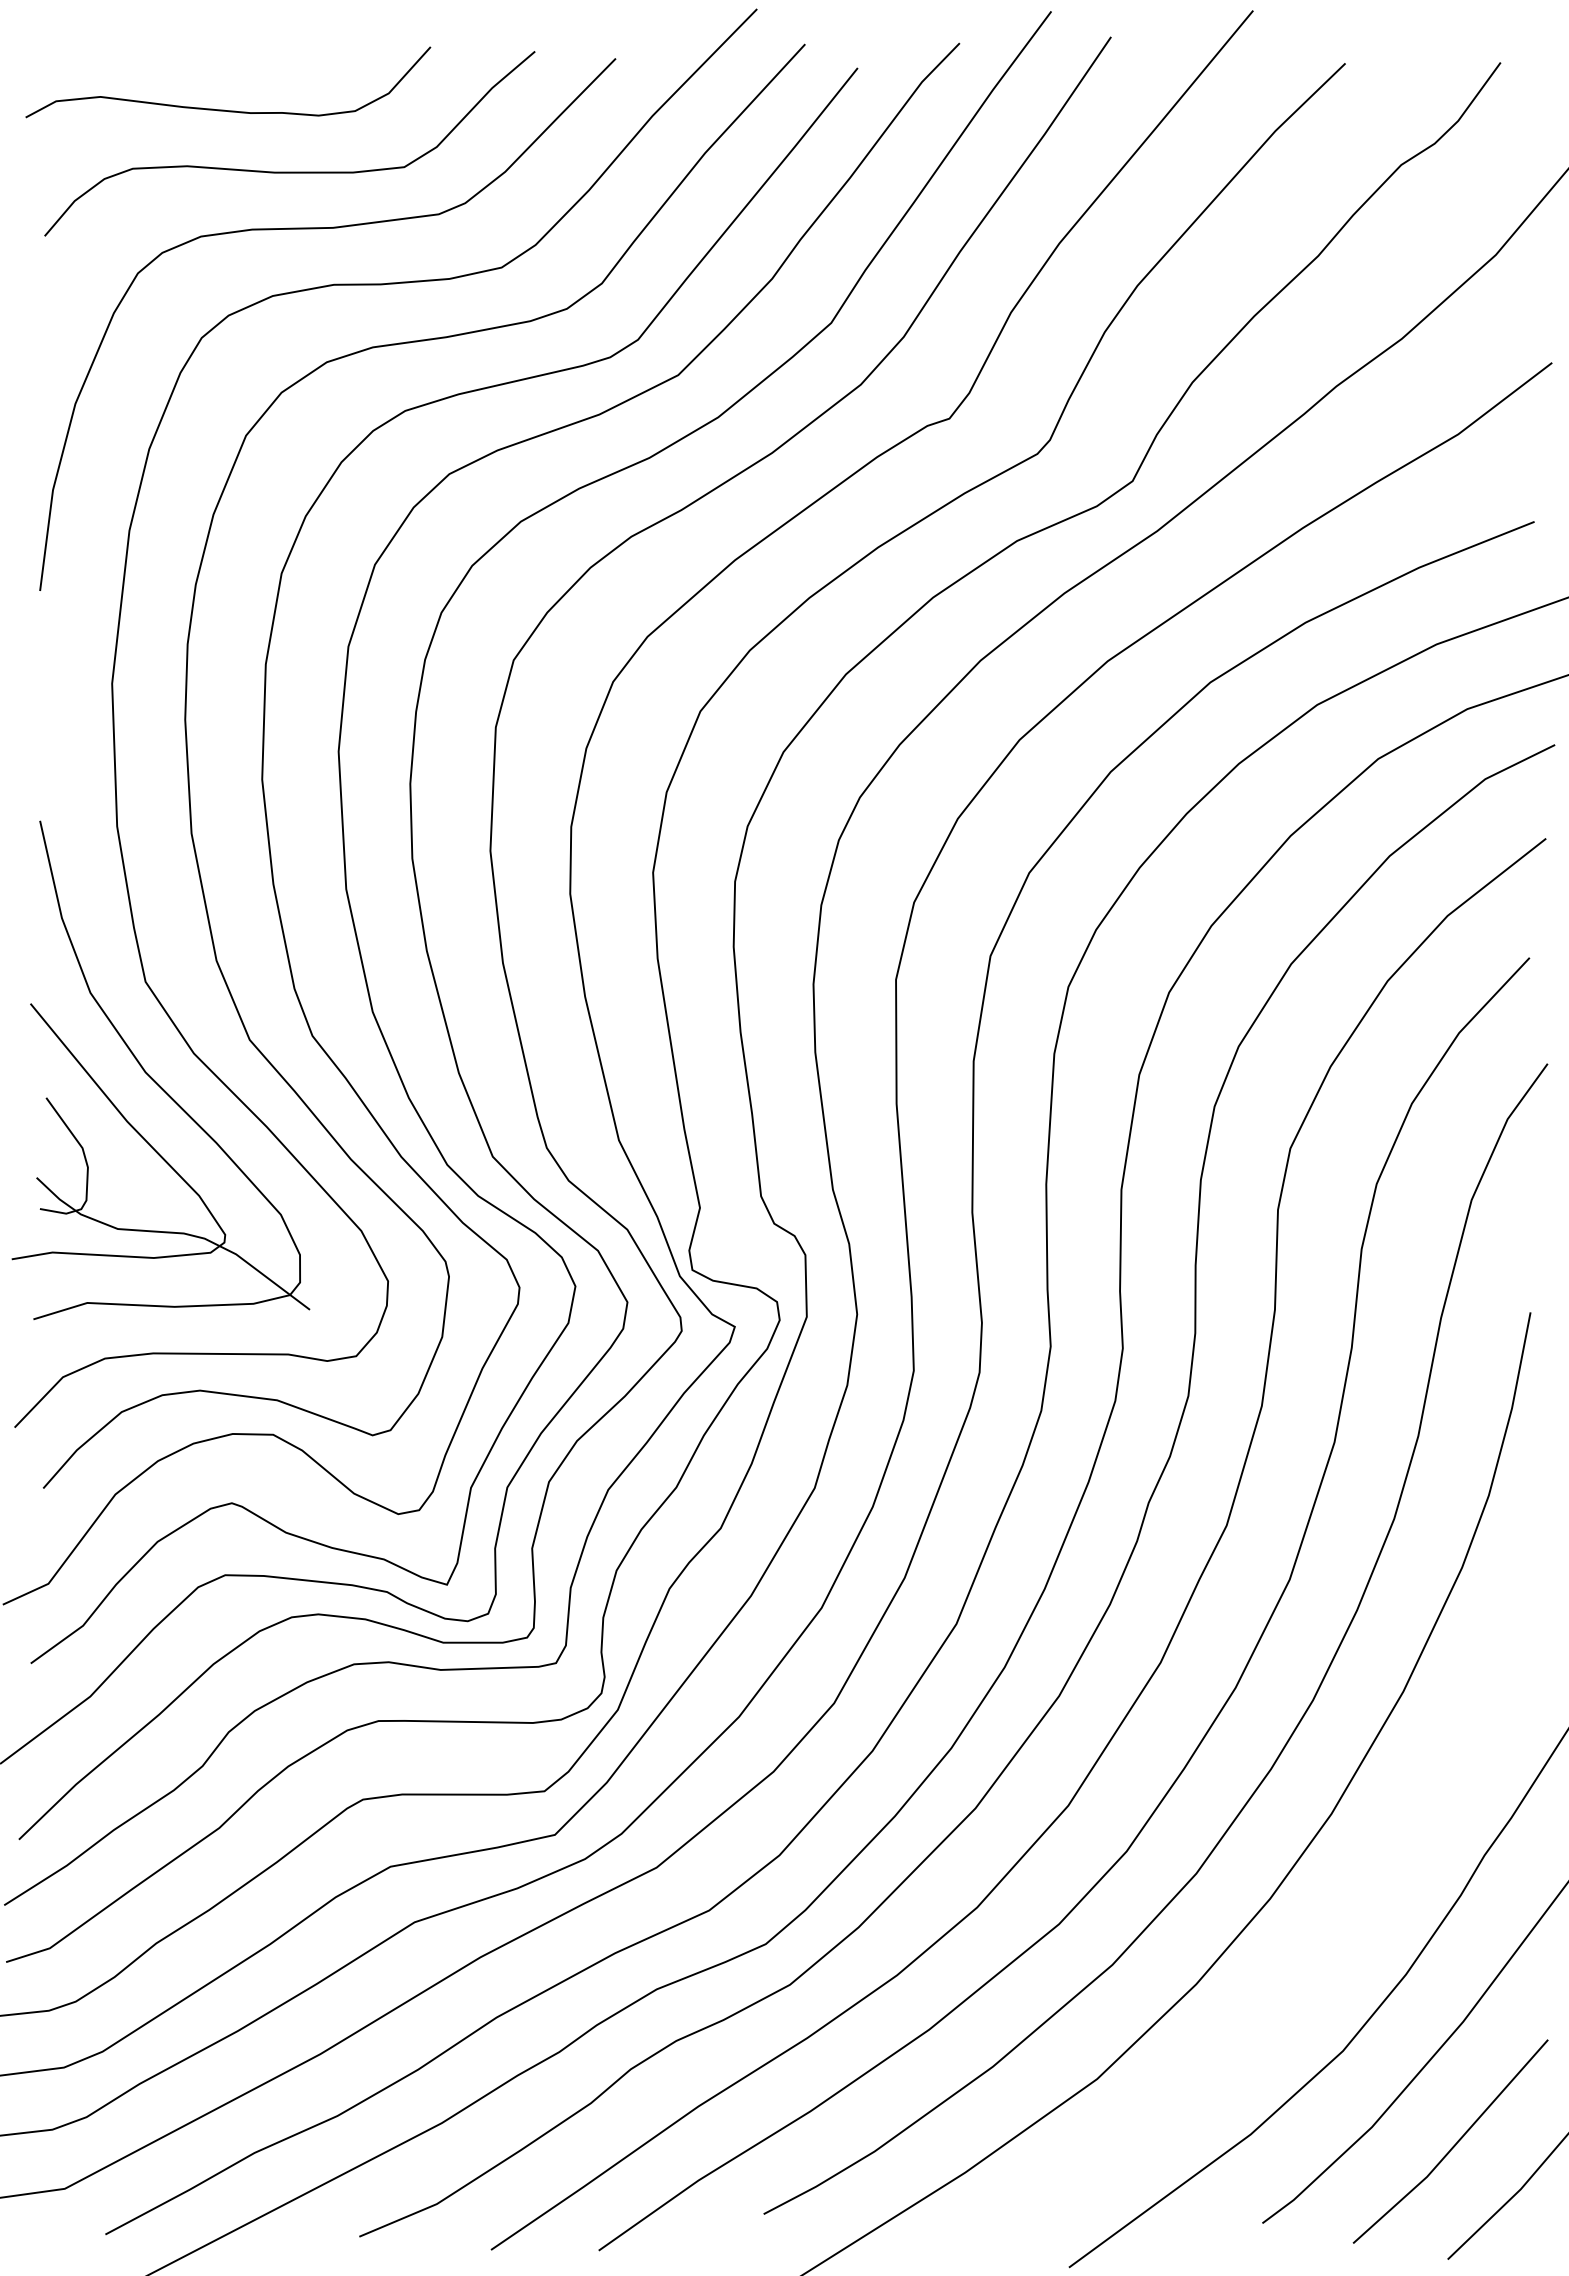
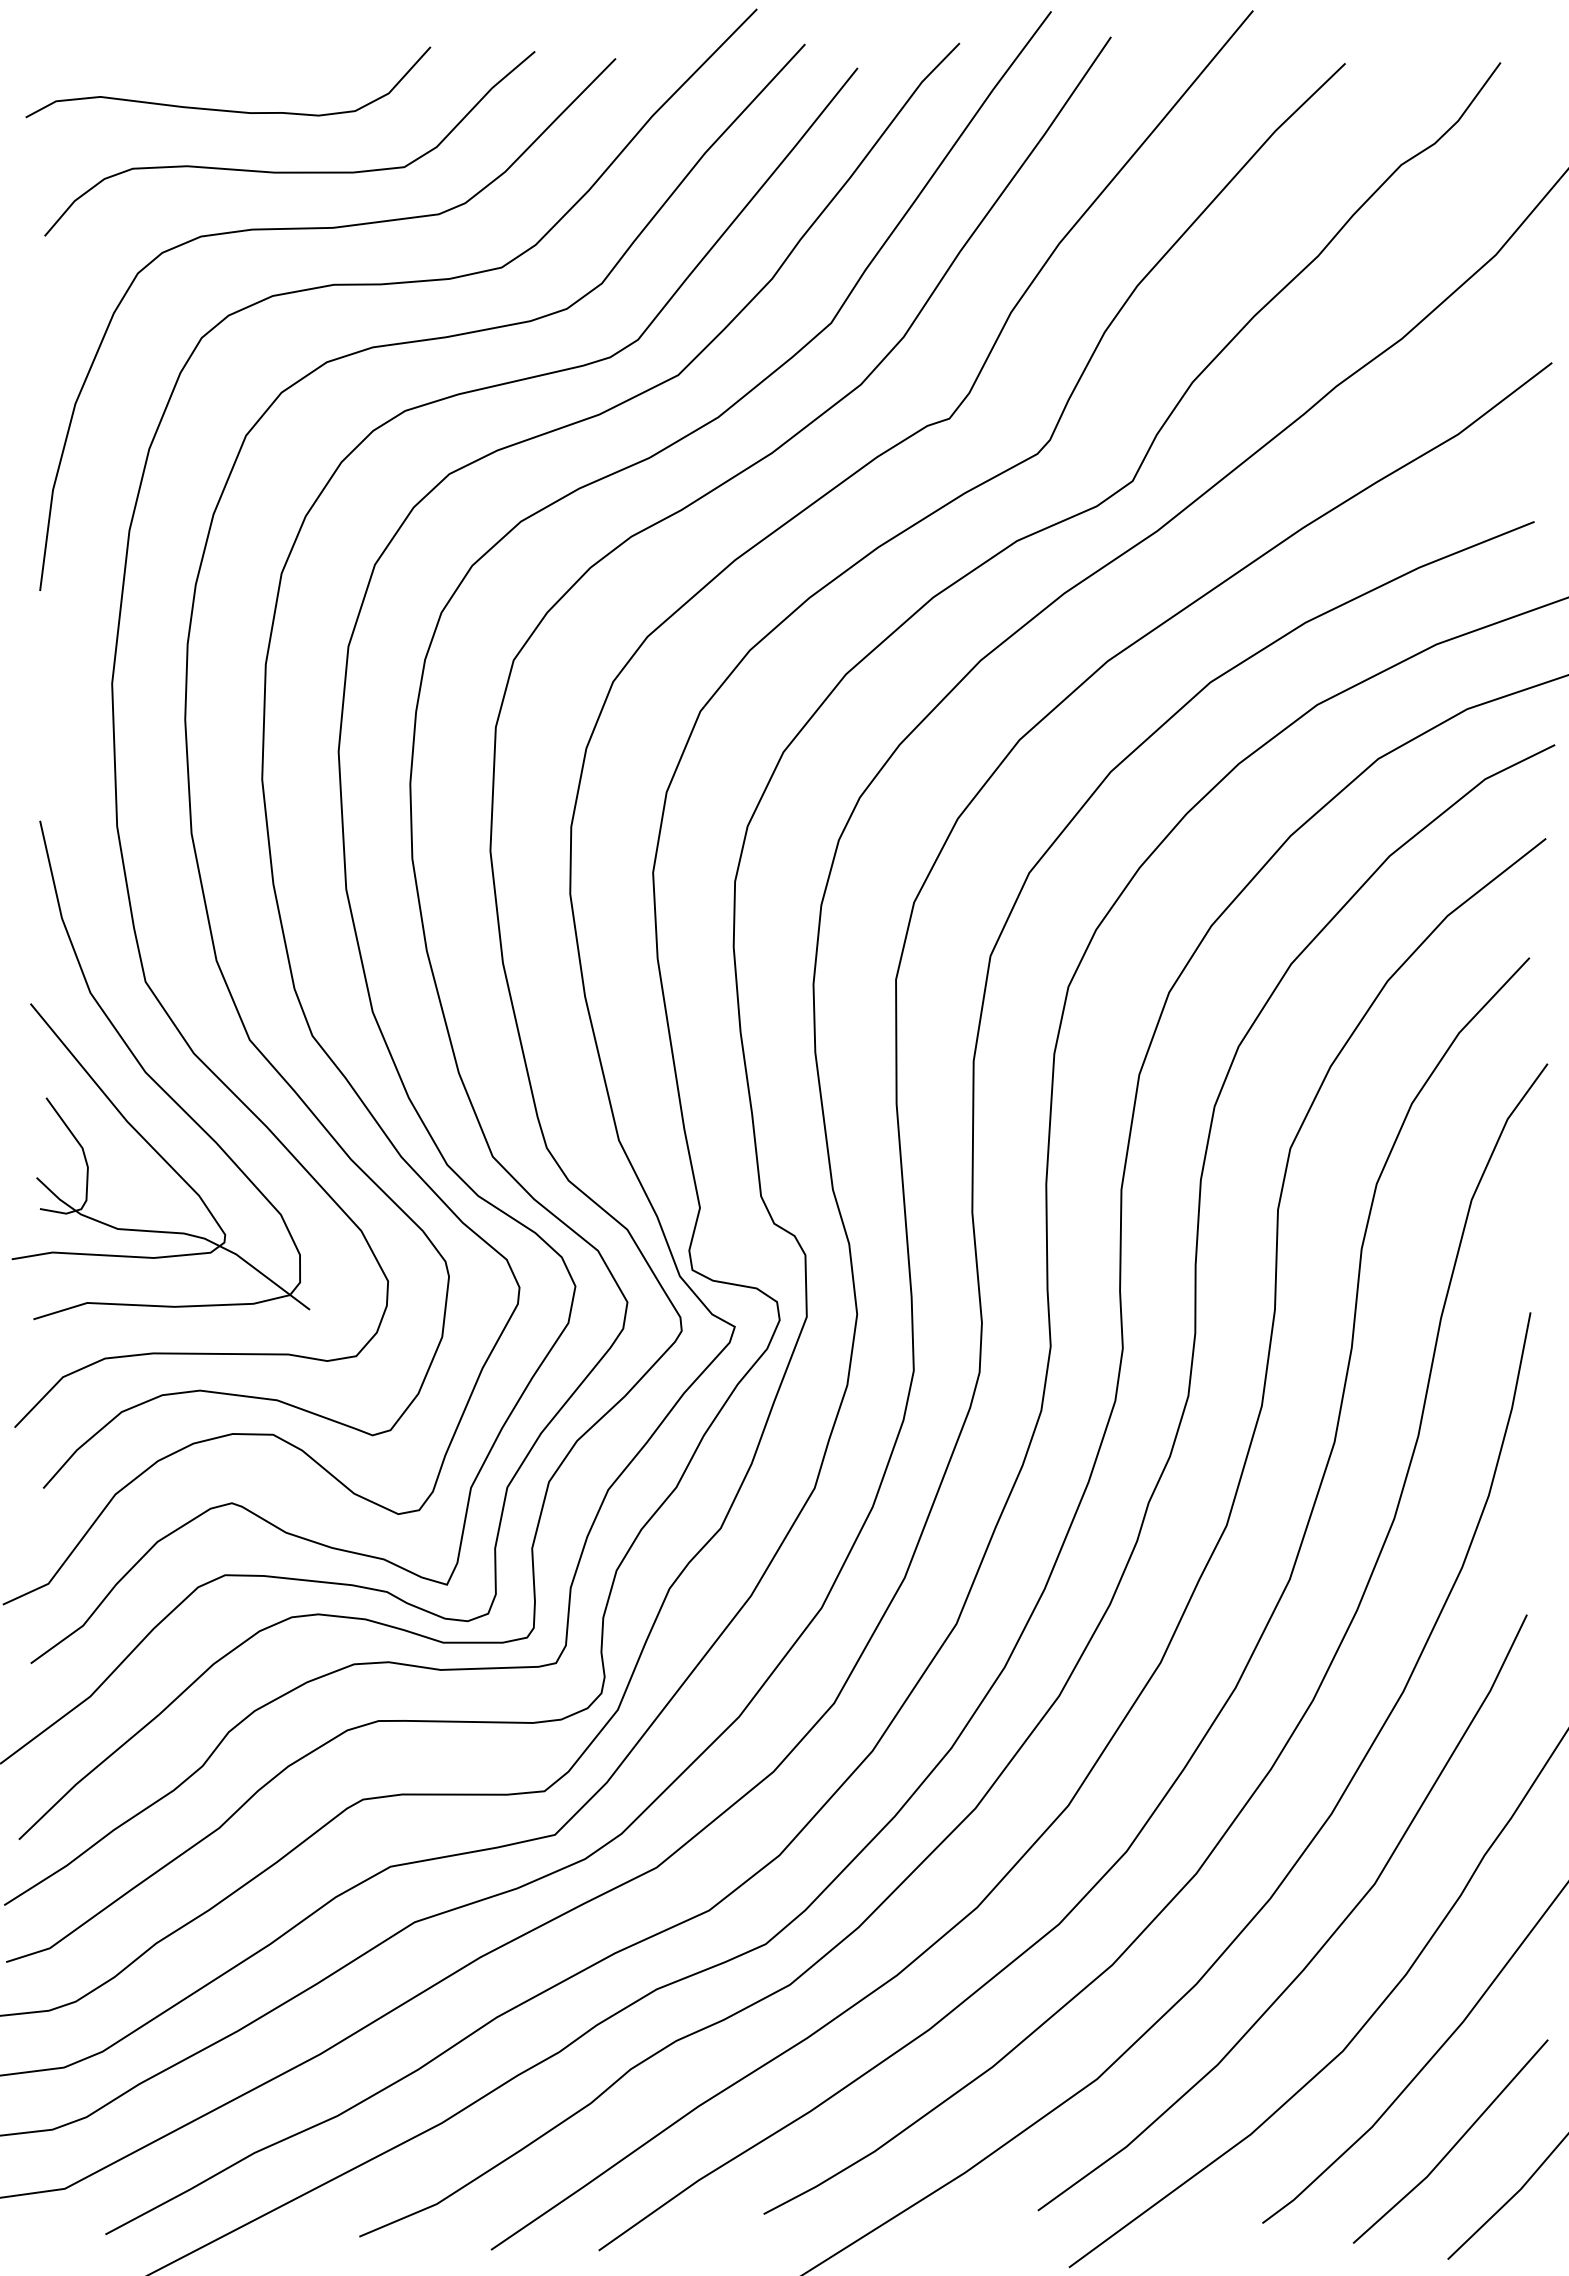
part at (1320, 1947): none -> present
